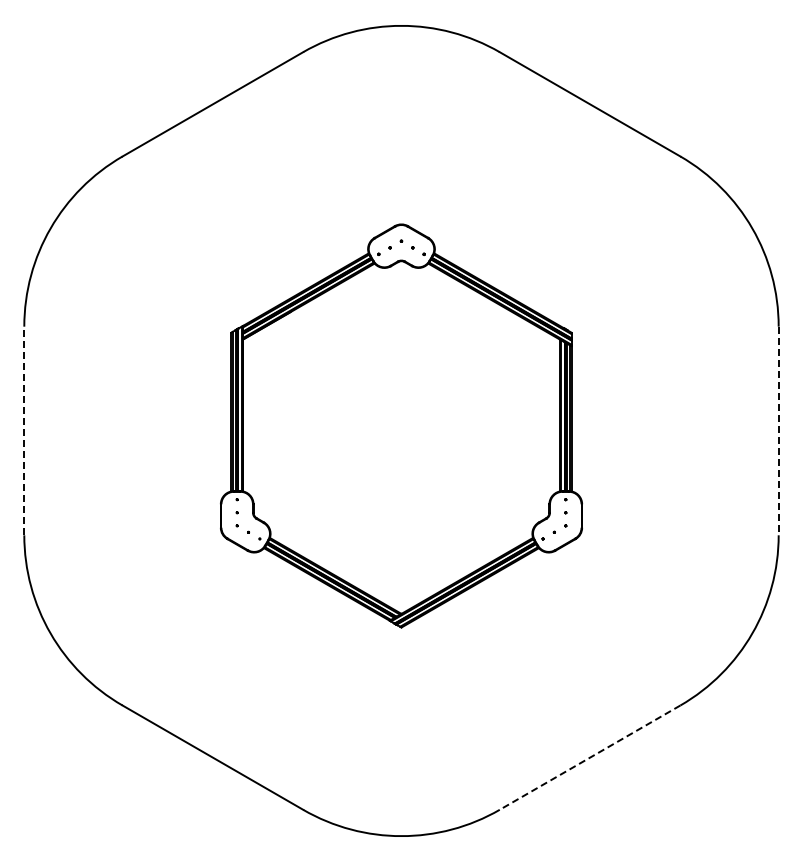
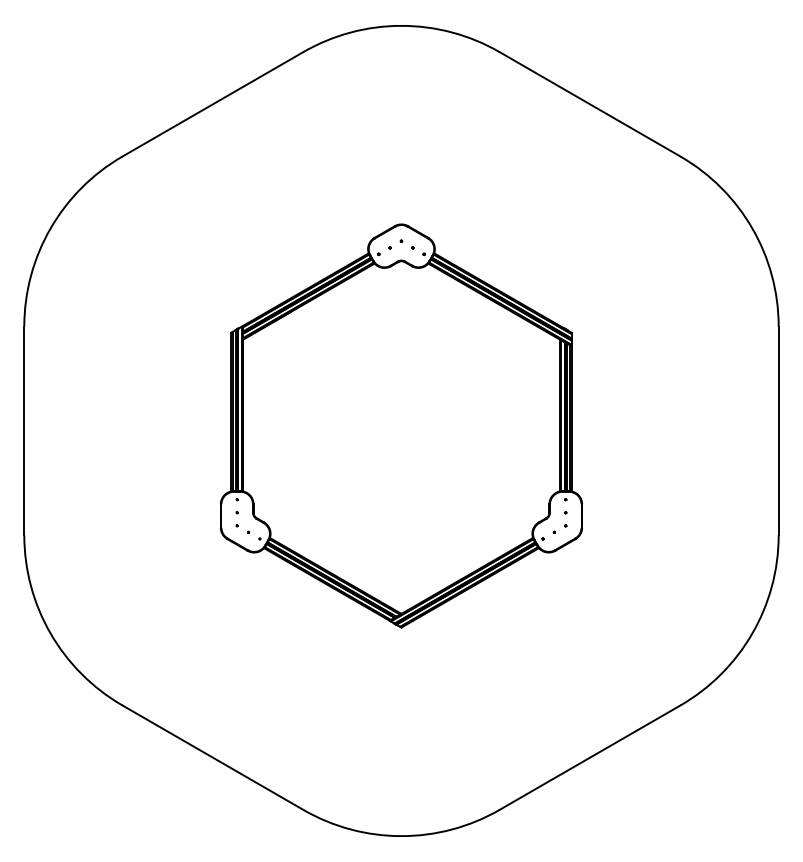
line at (24, 430): dashed -> solid
line at (778, 431): dashed -> solid
line at (589, 757): dashed -> solid
